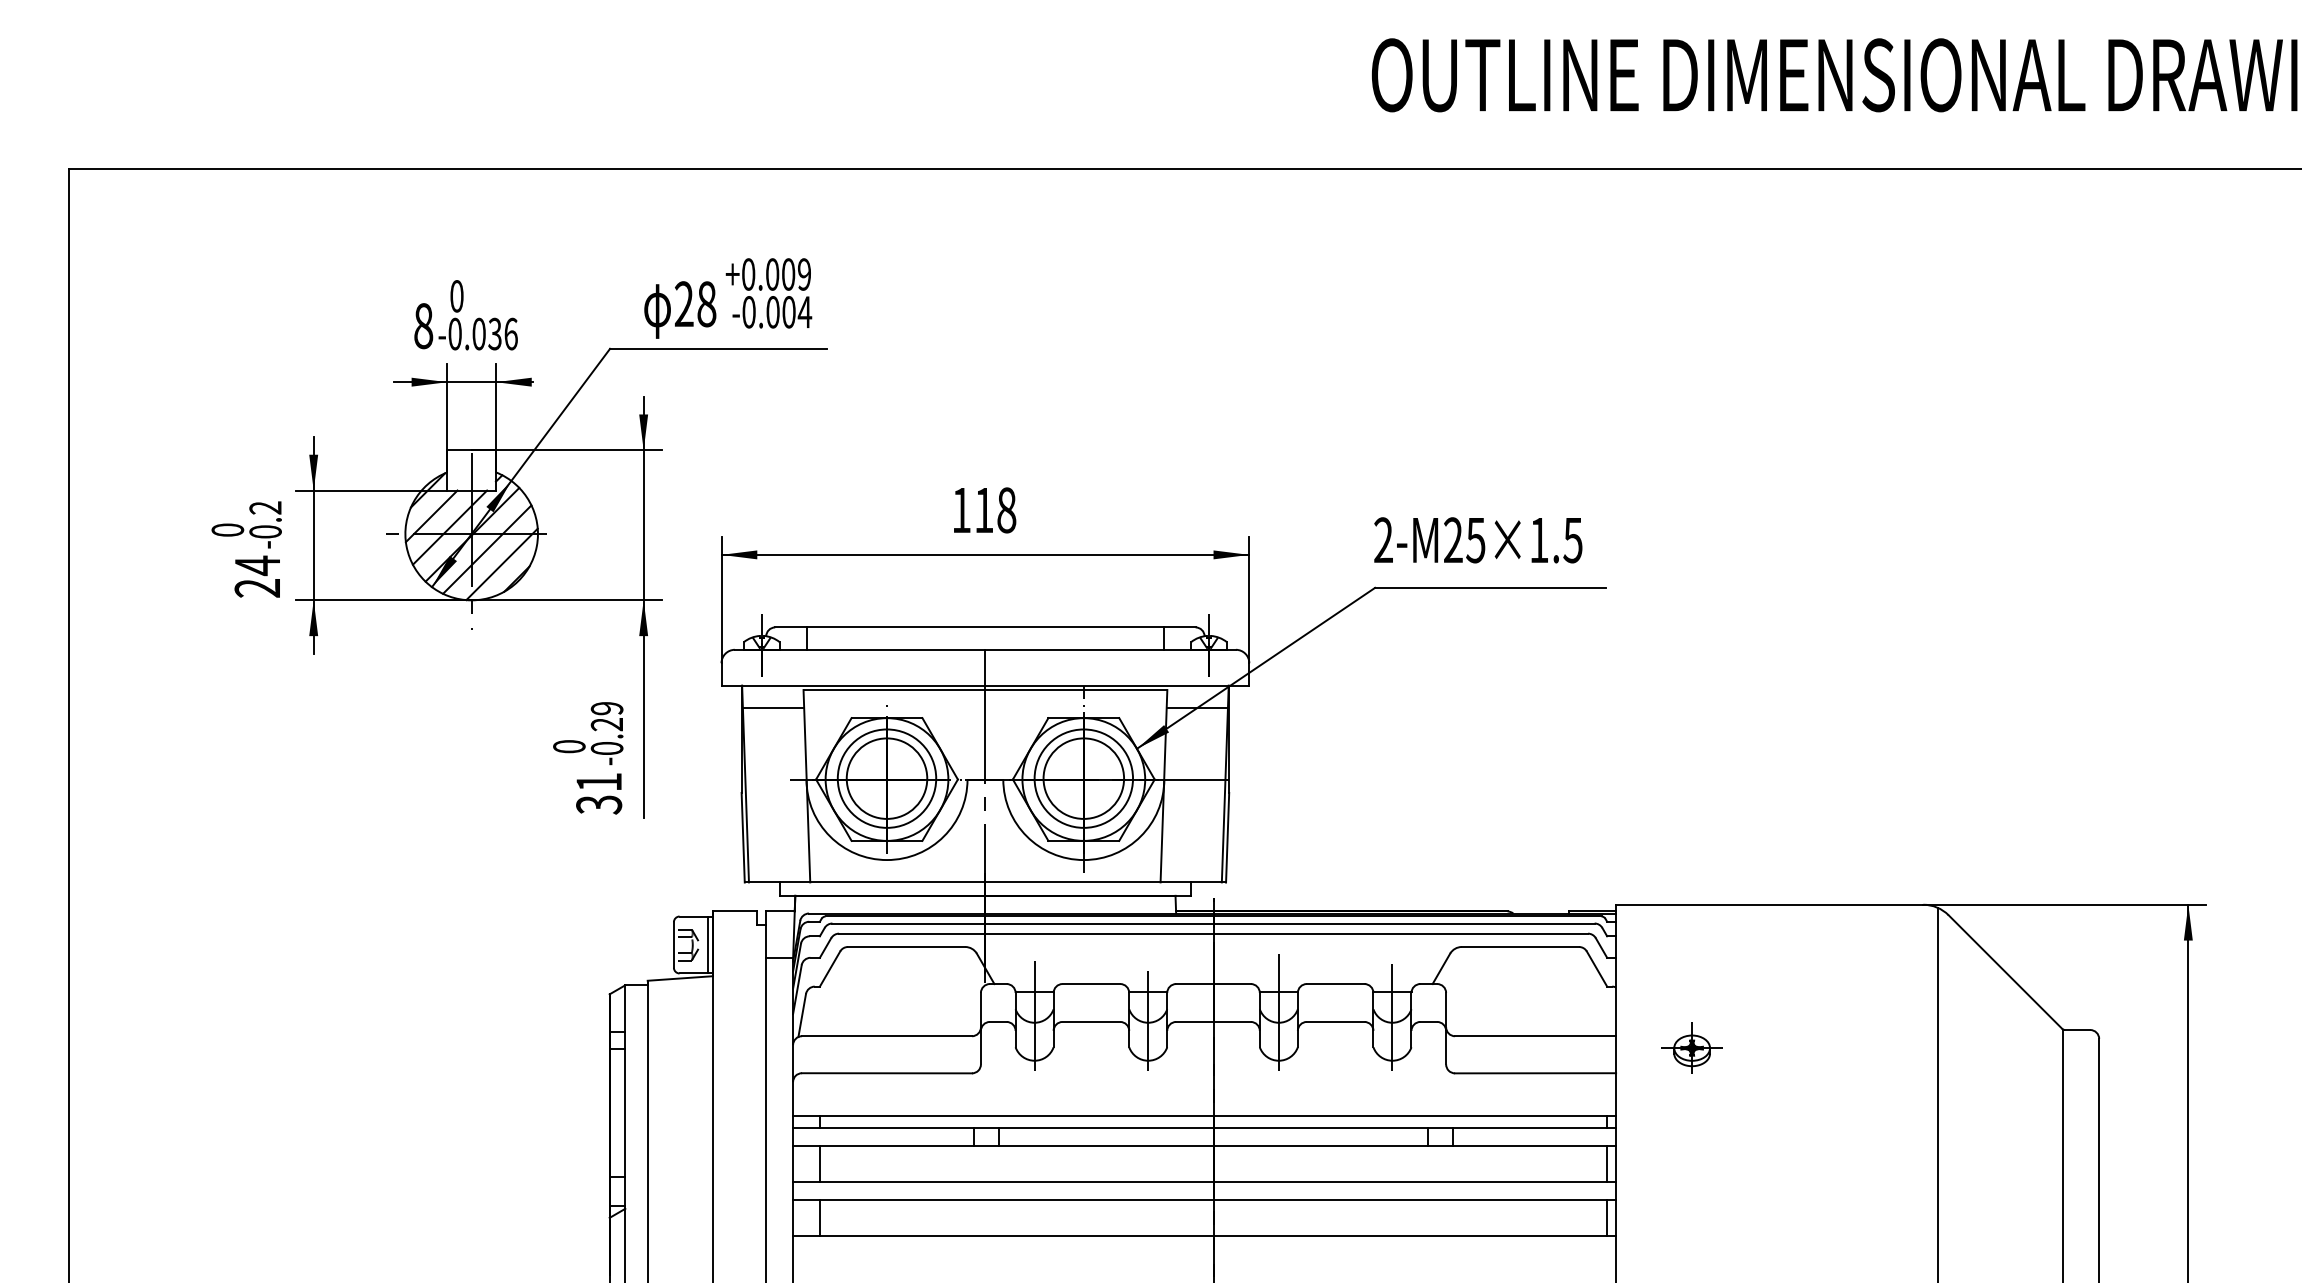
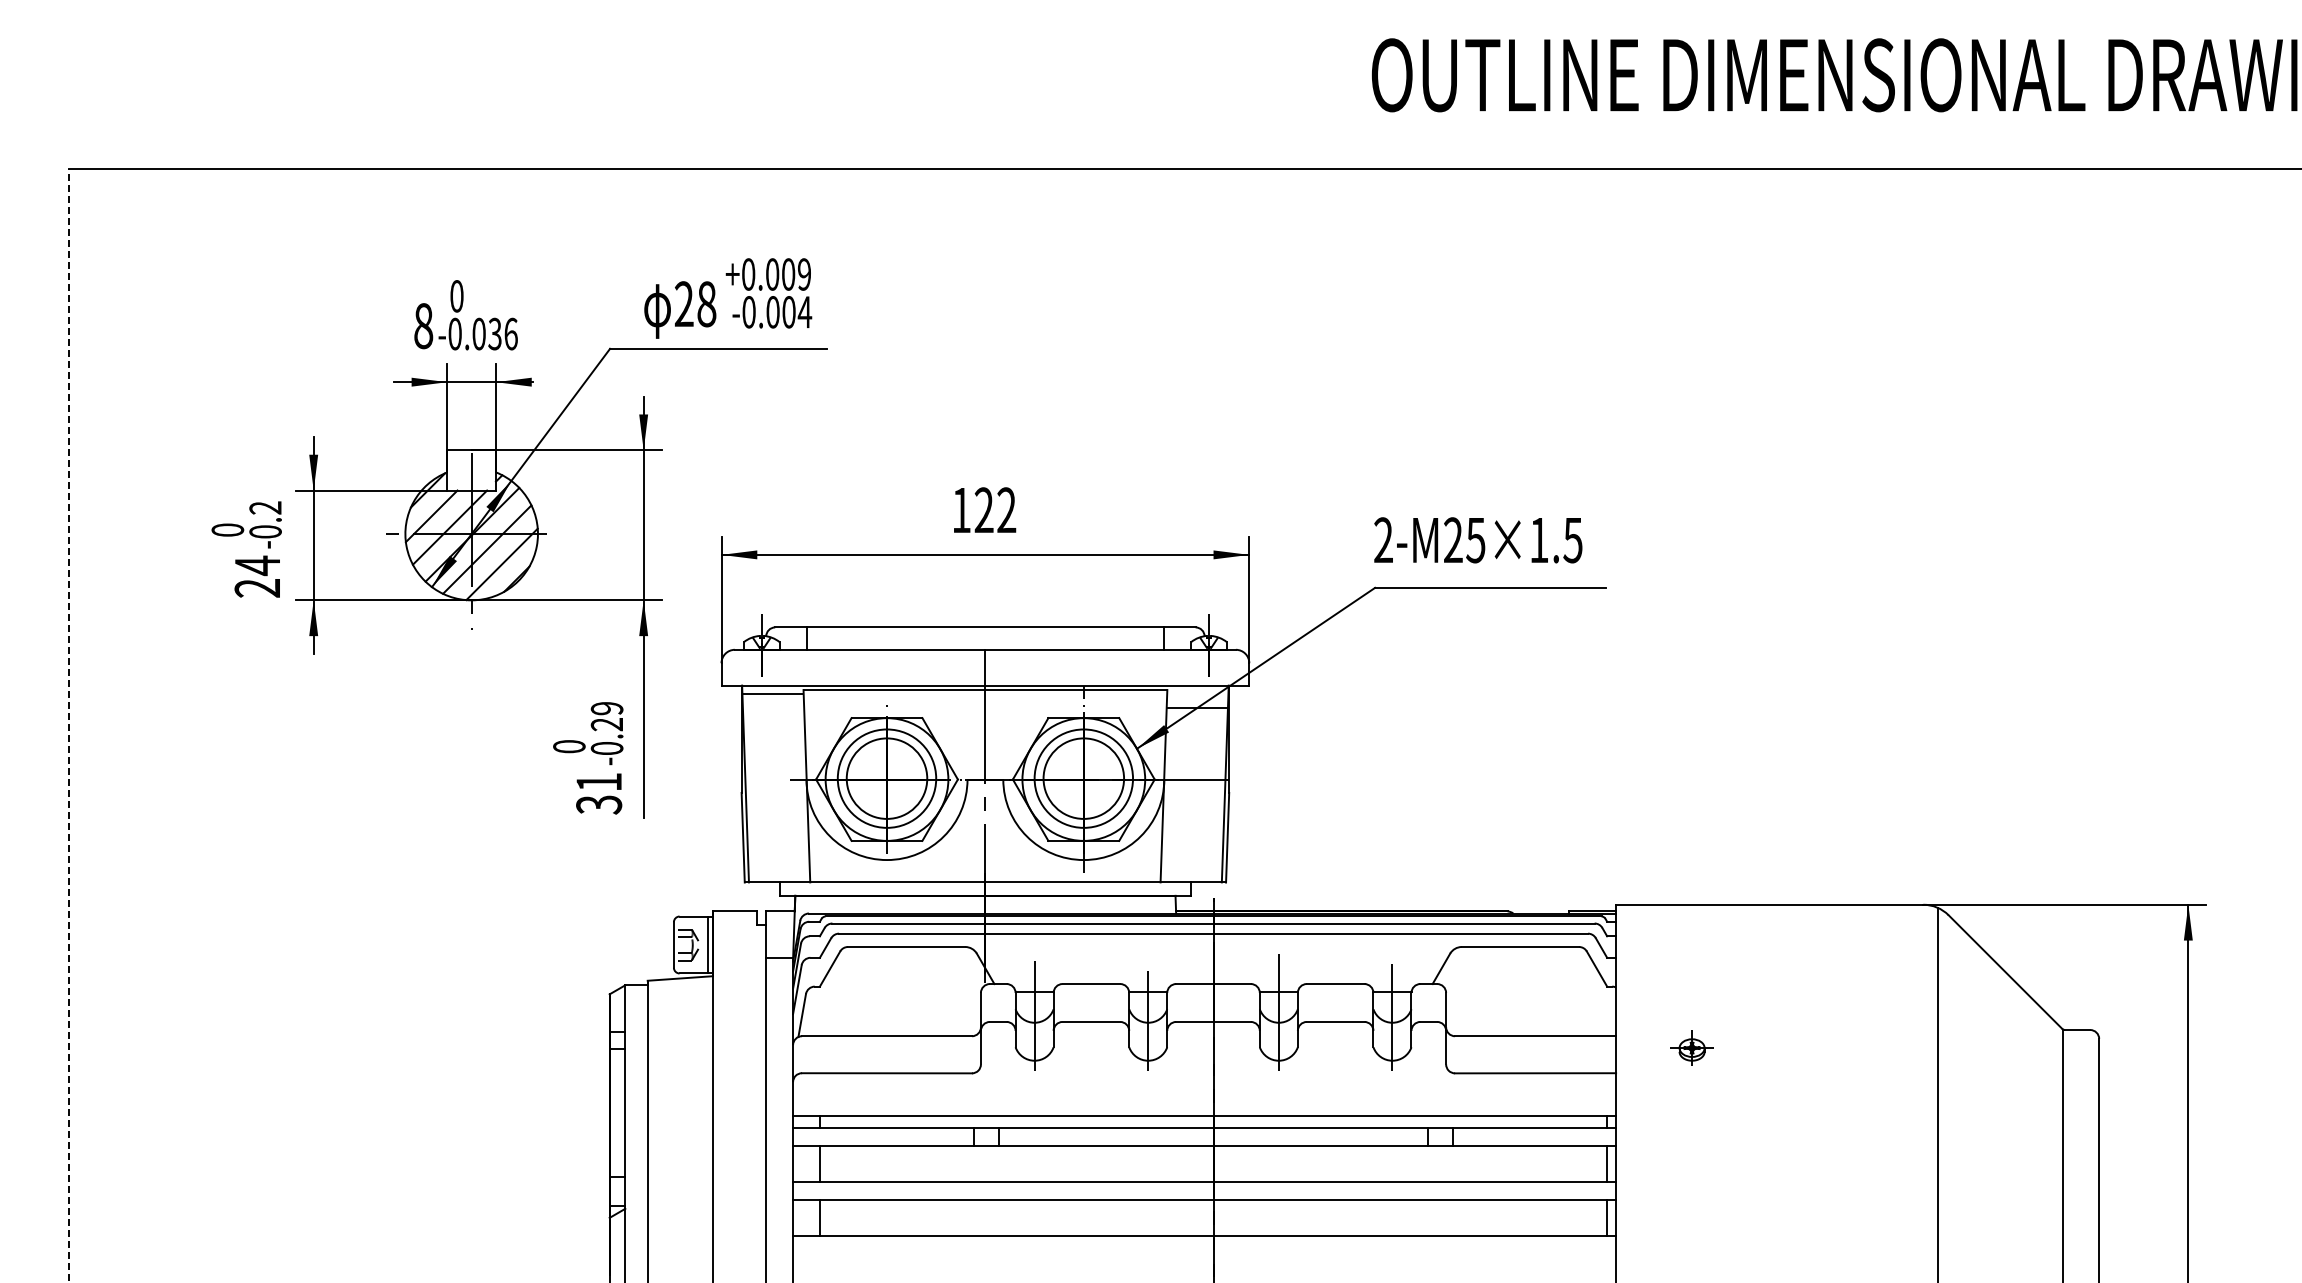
text at (995, 510): 118 -> 122
line at (772, 707) position: (772, 707) -> (772, 693)
line at (69, 725): solid -> dashed
part at (1691, 1047) size: 62x52 px -> 44x36 px
